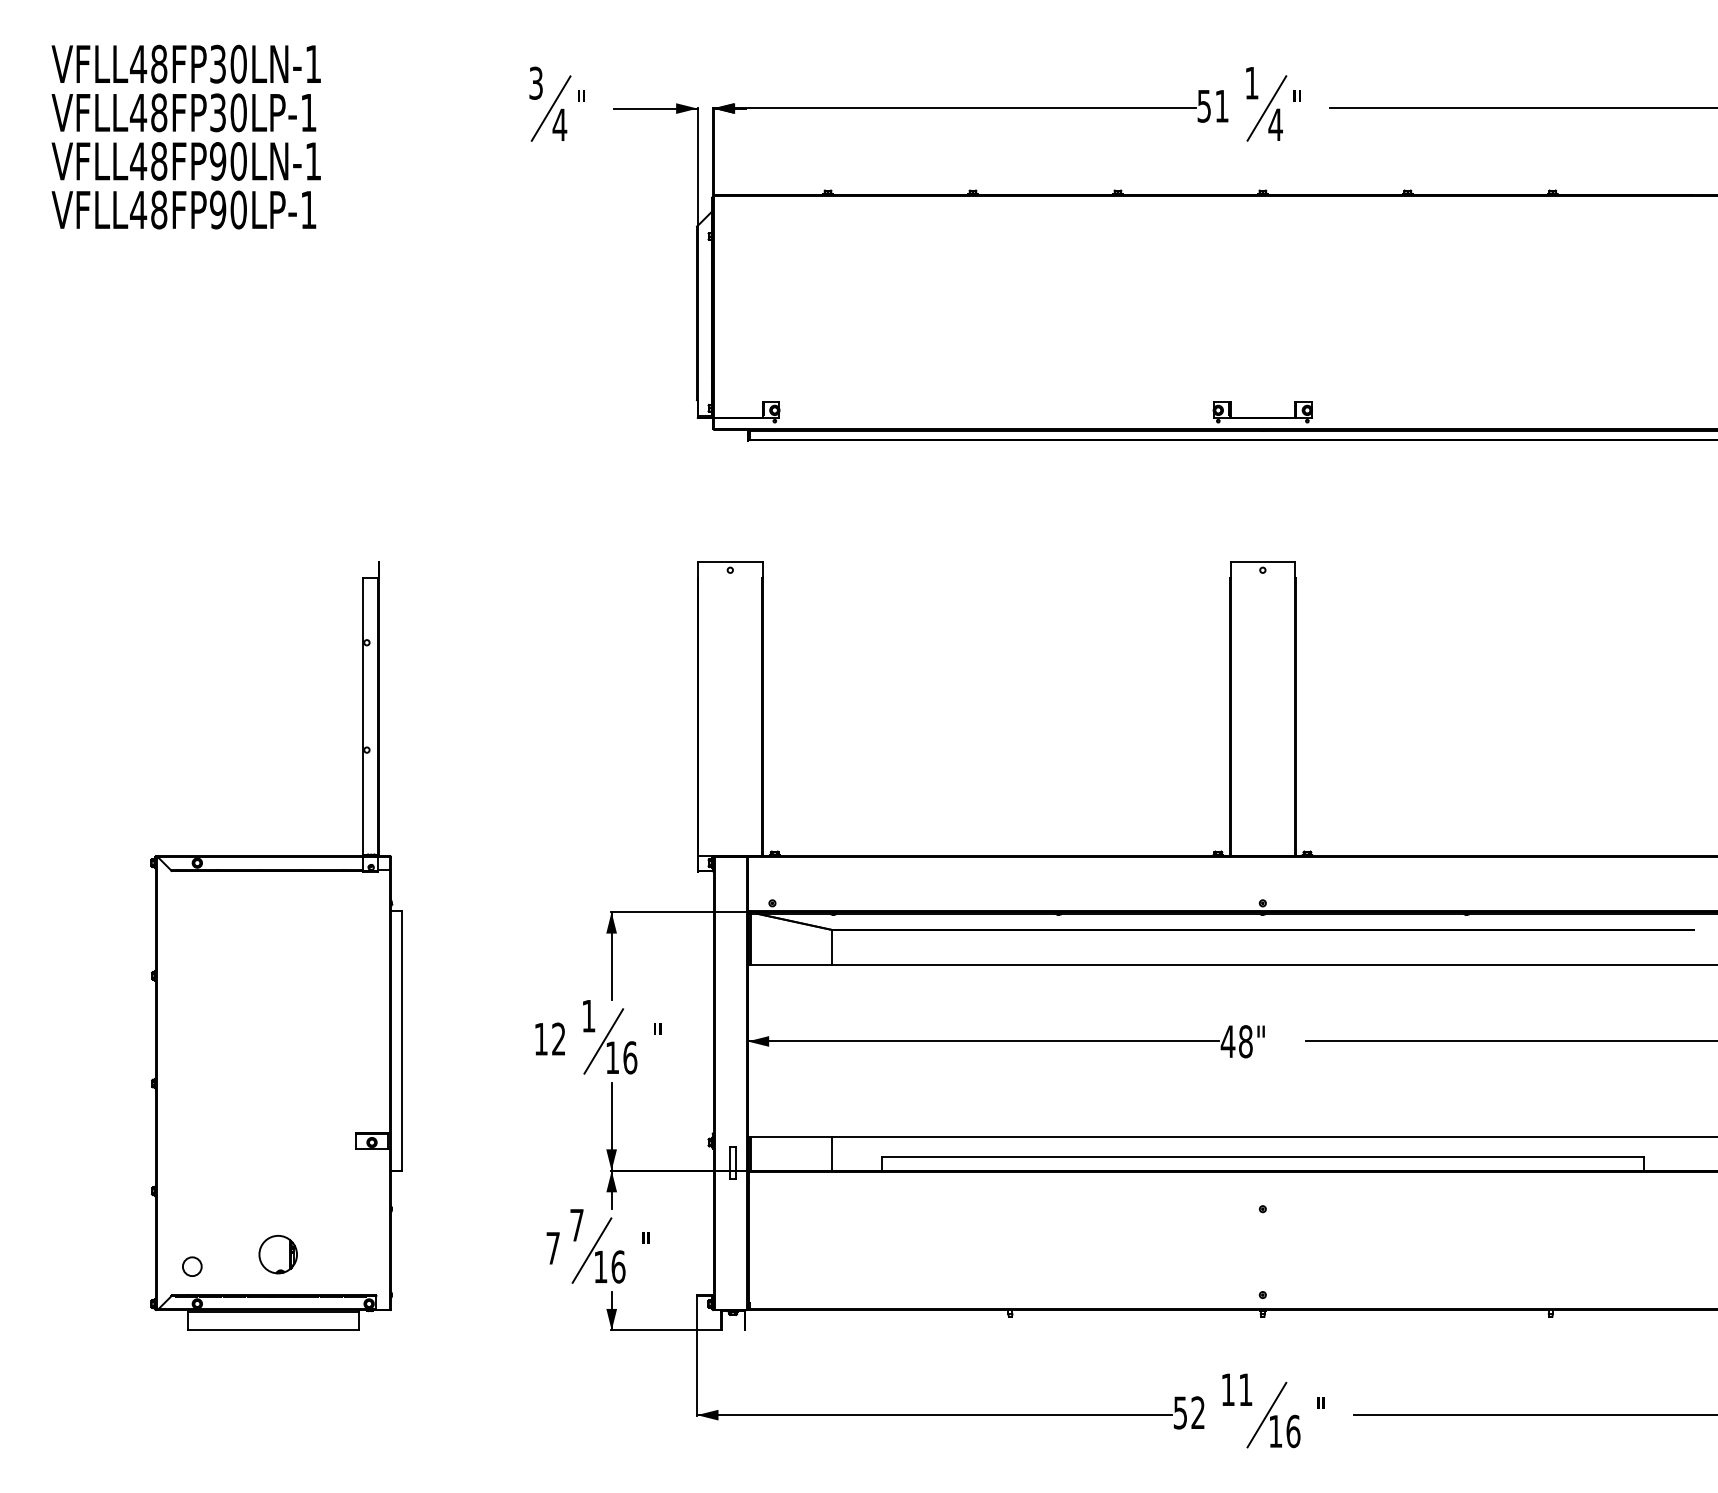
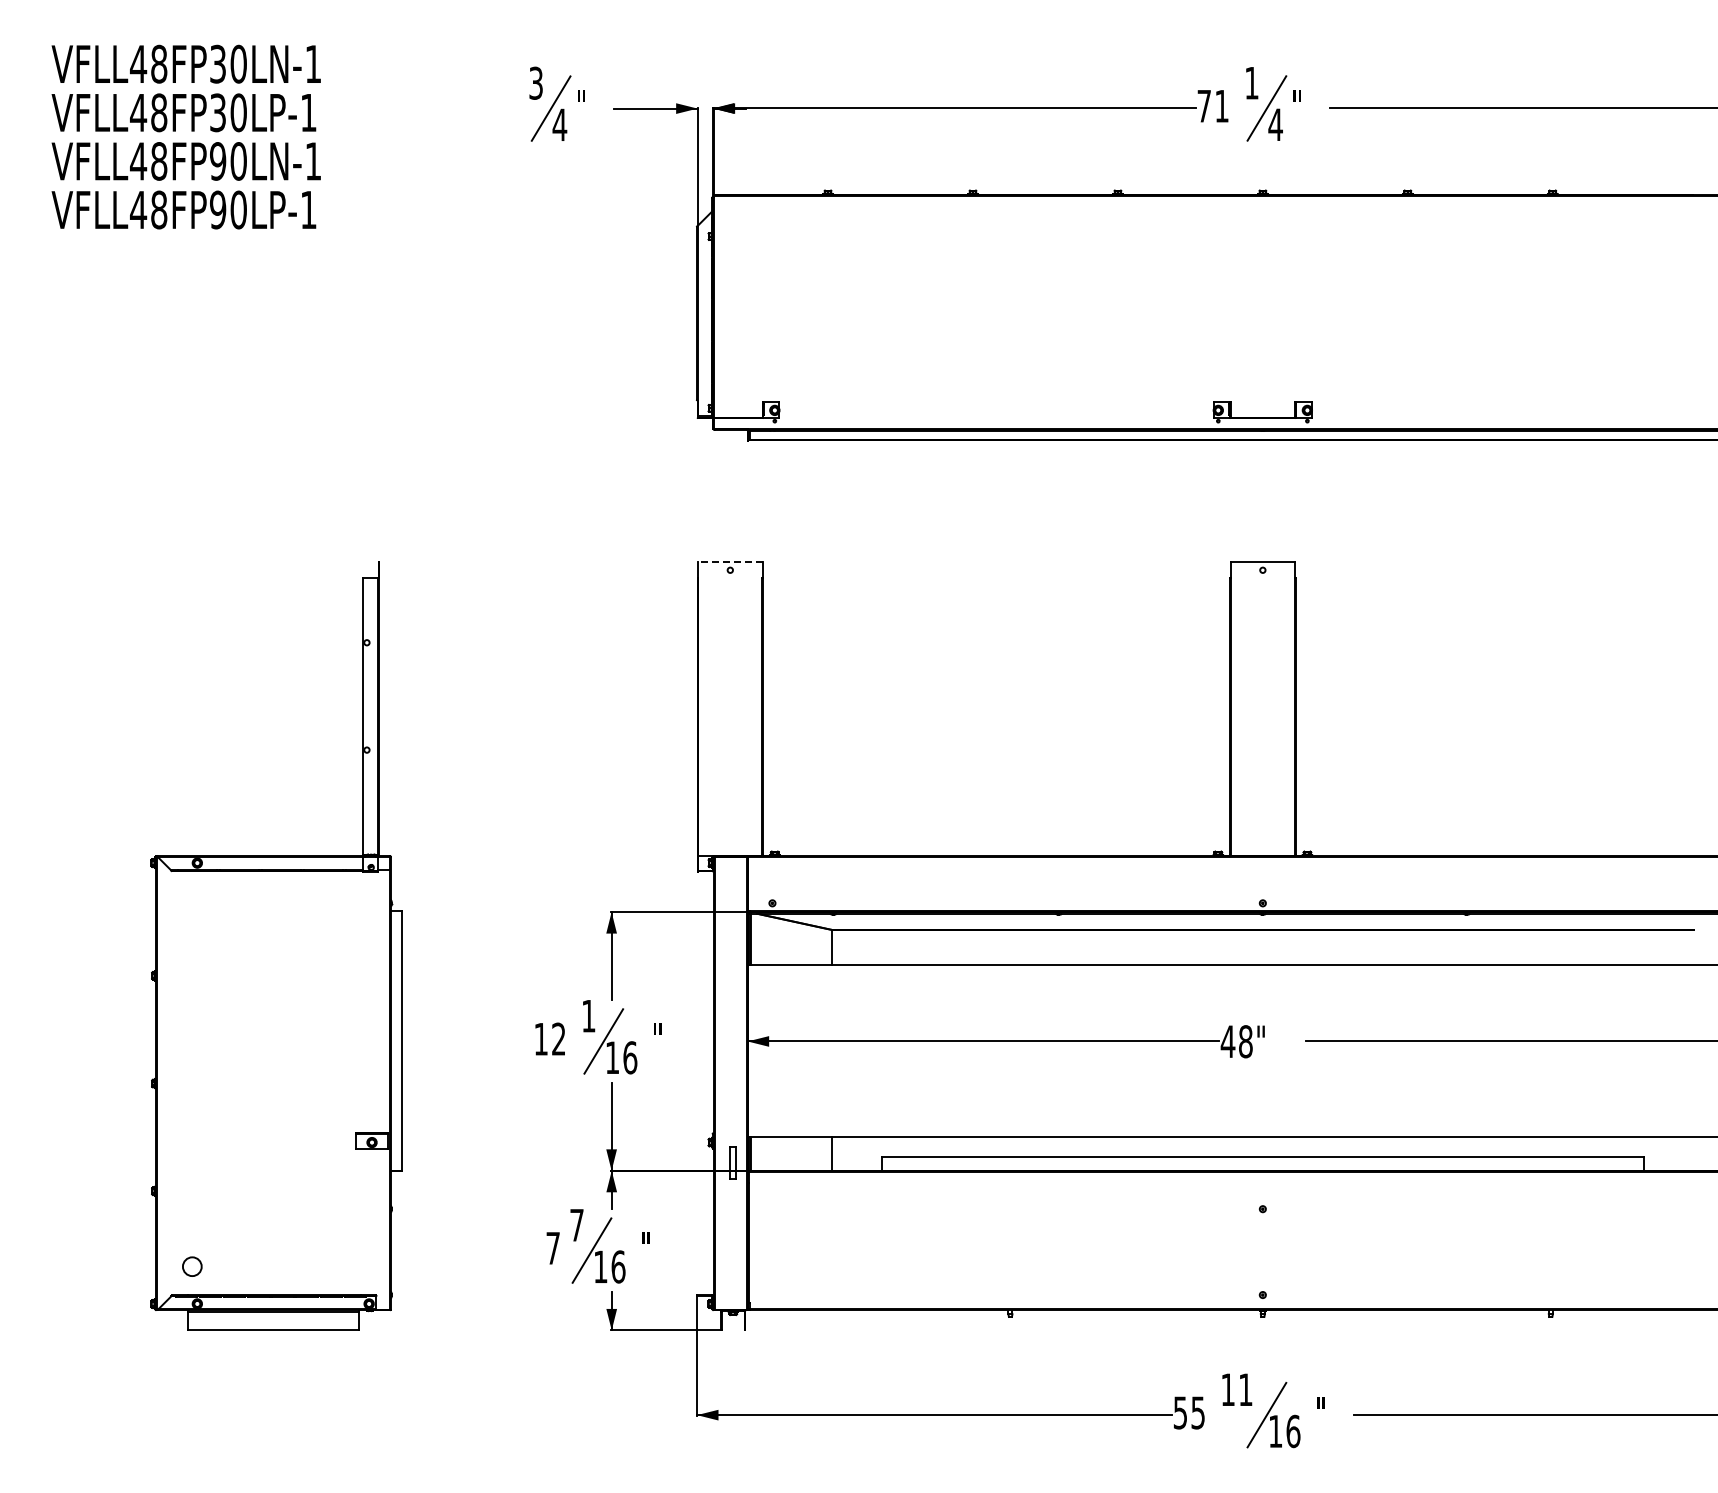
text at (1203, 106): 51 -> 71
line at (729, 562): solid -> dashed
part at (277, 1254): present -> none
text at (1197, 1412): 52 -> 55
